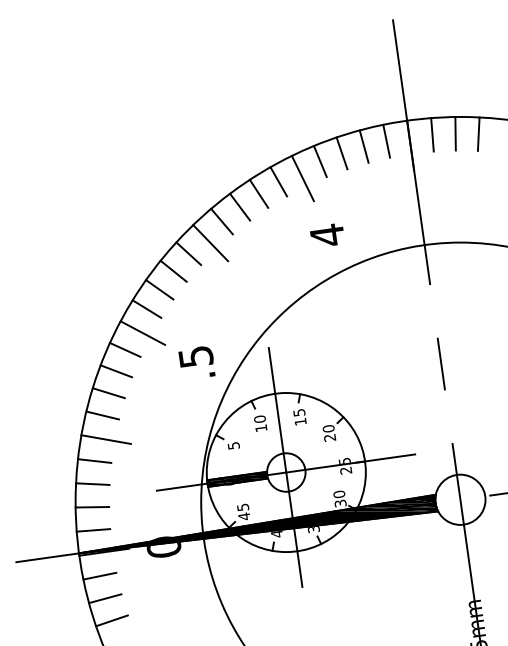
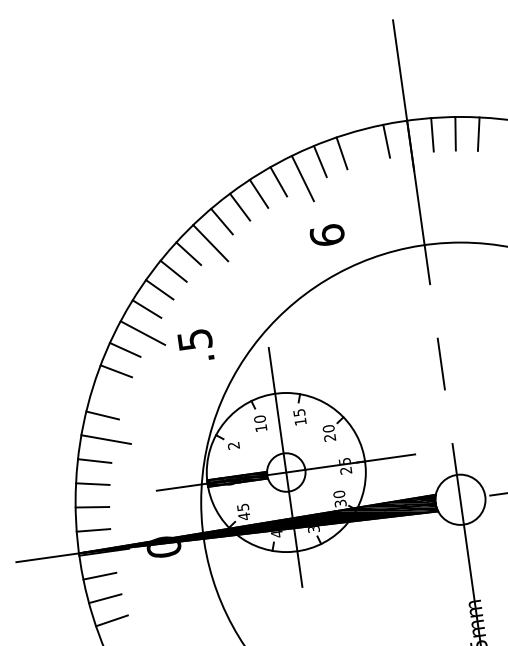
line at (363, 146): present -> none
text at (326, 234): 4 -> 6
text at (196, 361) position: (196, 361) -> (195, 344)
line at (108, 393): present -> none
text at (233, 445): 5 -> 2
